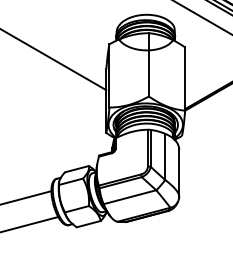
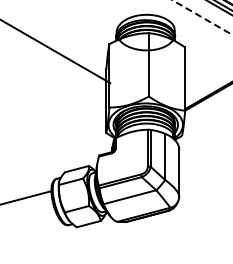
line at (202, 17): solid -> dashed
line at (54, 60) position: (54, 60) -> (56, 52)
line at (30, 223): present -> none
